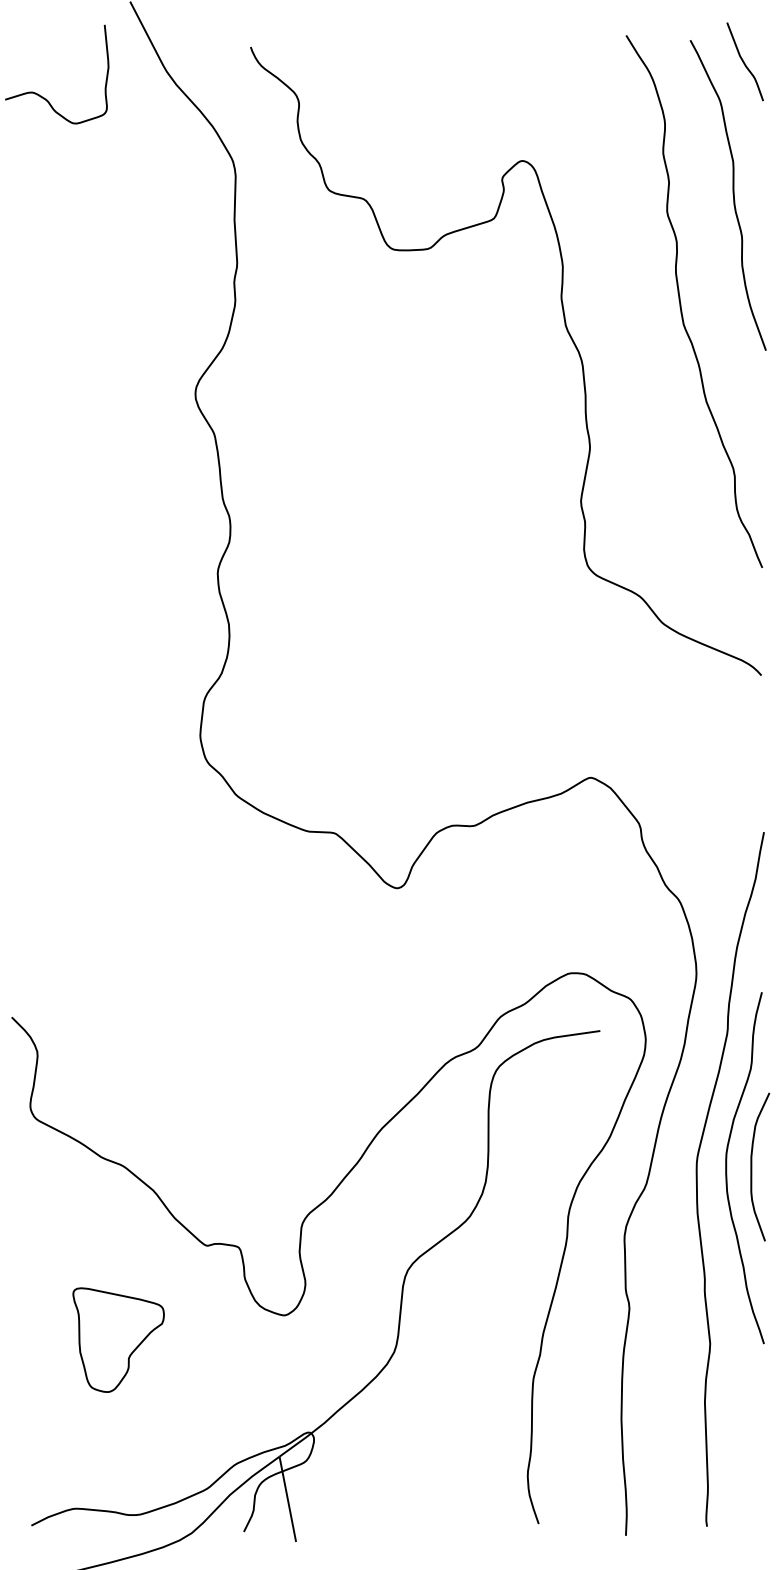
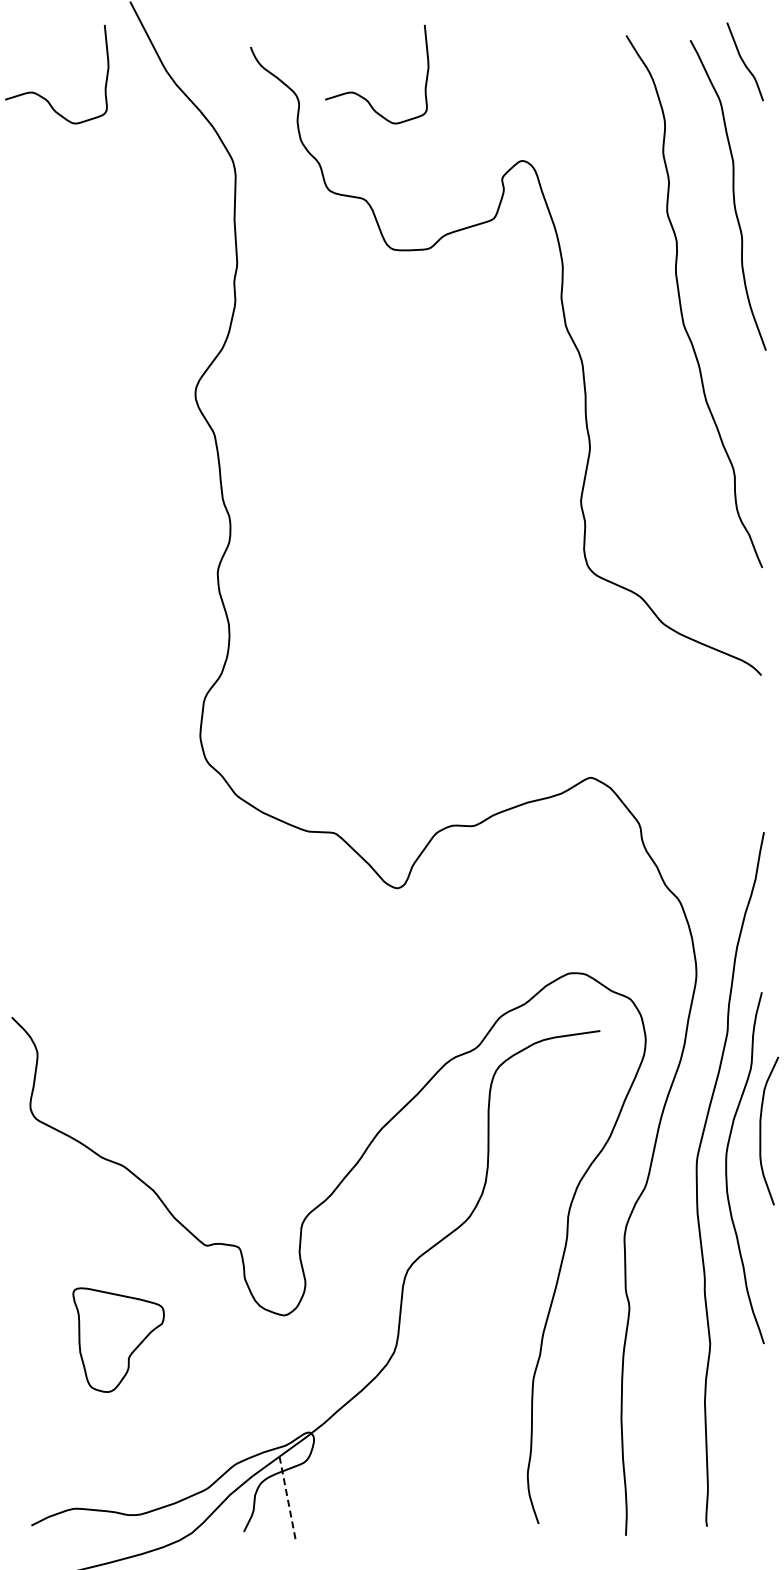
curve at (361, 95): none -> present
curve at (752, 1166) position: (752, 1166) -> (761, 1130)
line at (287, 1499): solid -> dashed
